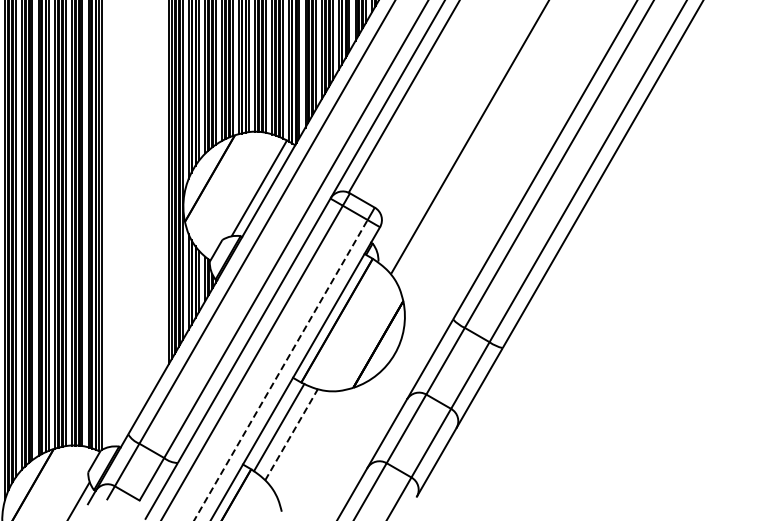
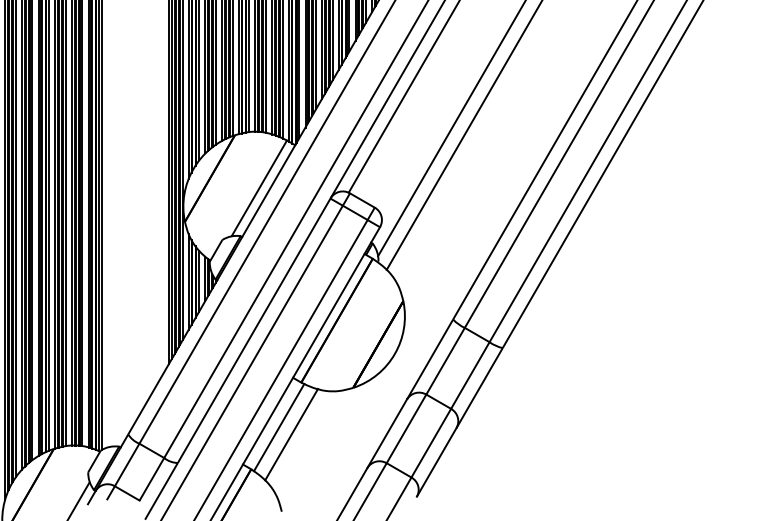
line at (451, 129): none -> present
line at (469, 137) position: (469, 137) -> (463, 135)
line at (280, 370): dashed -> solid
line at (291, 434): dashed -> solid
